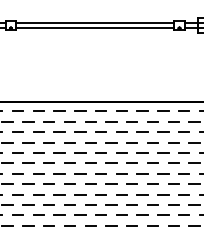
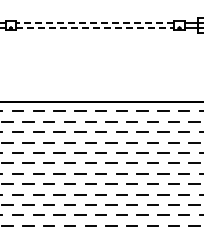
line at (94, 22): solid -> dashed
line at (95, 28): solid -> dashed
